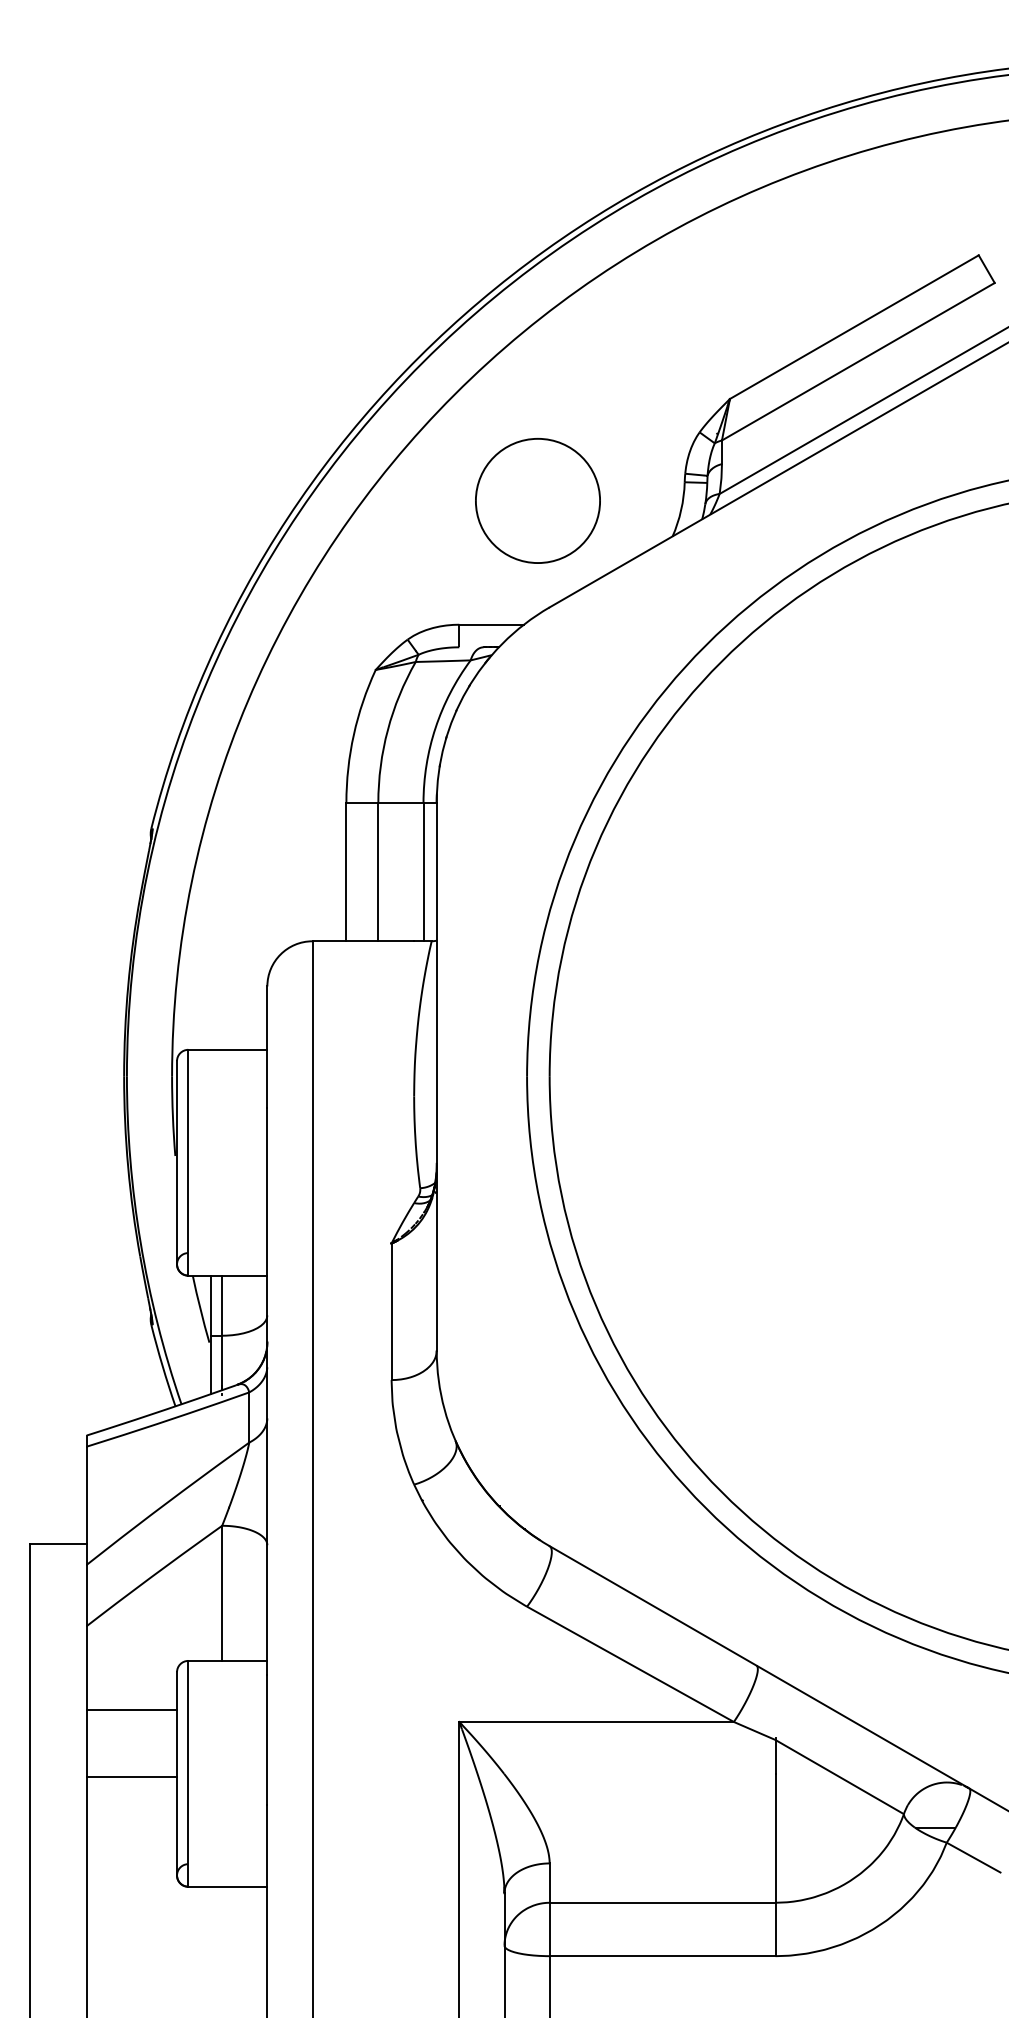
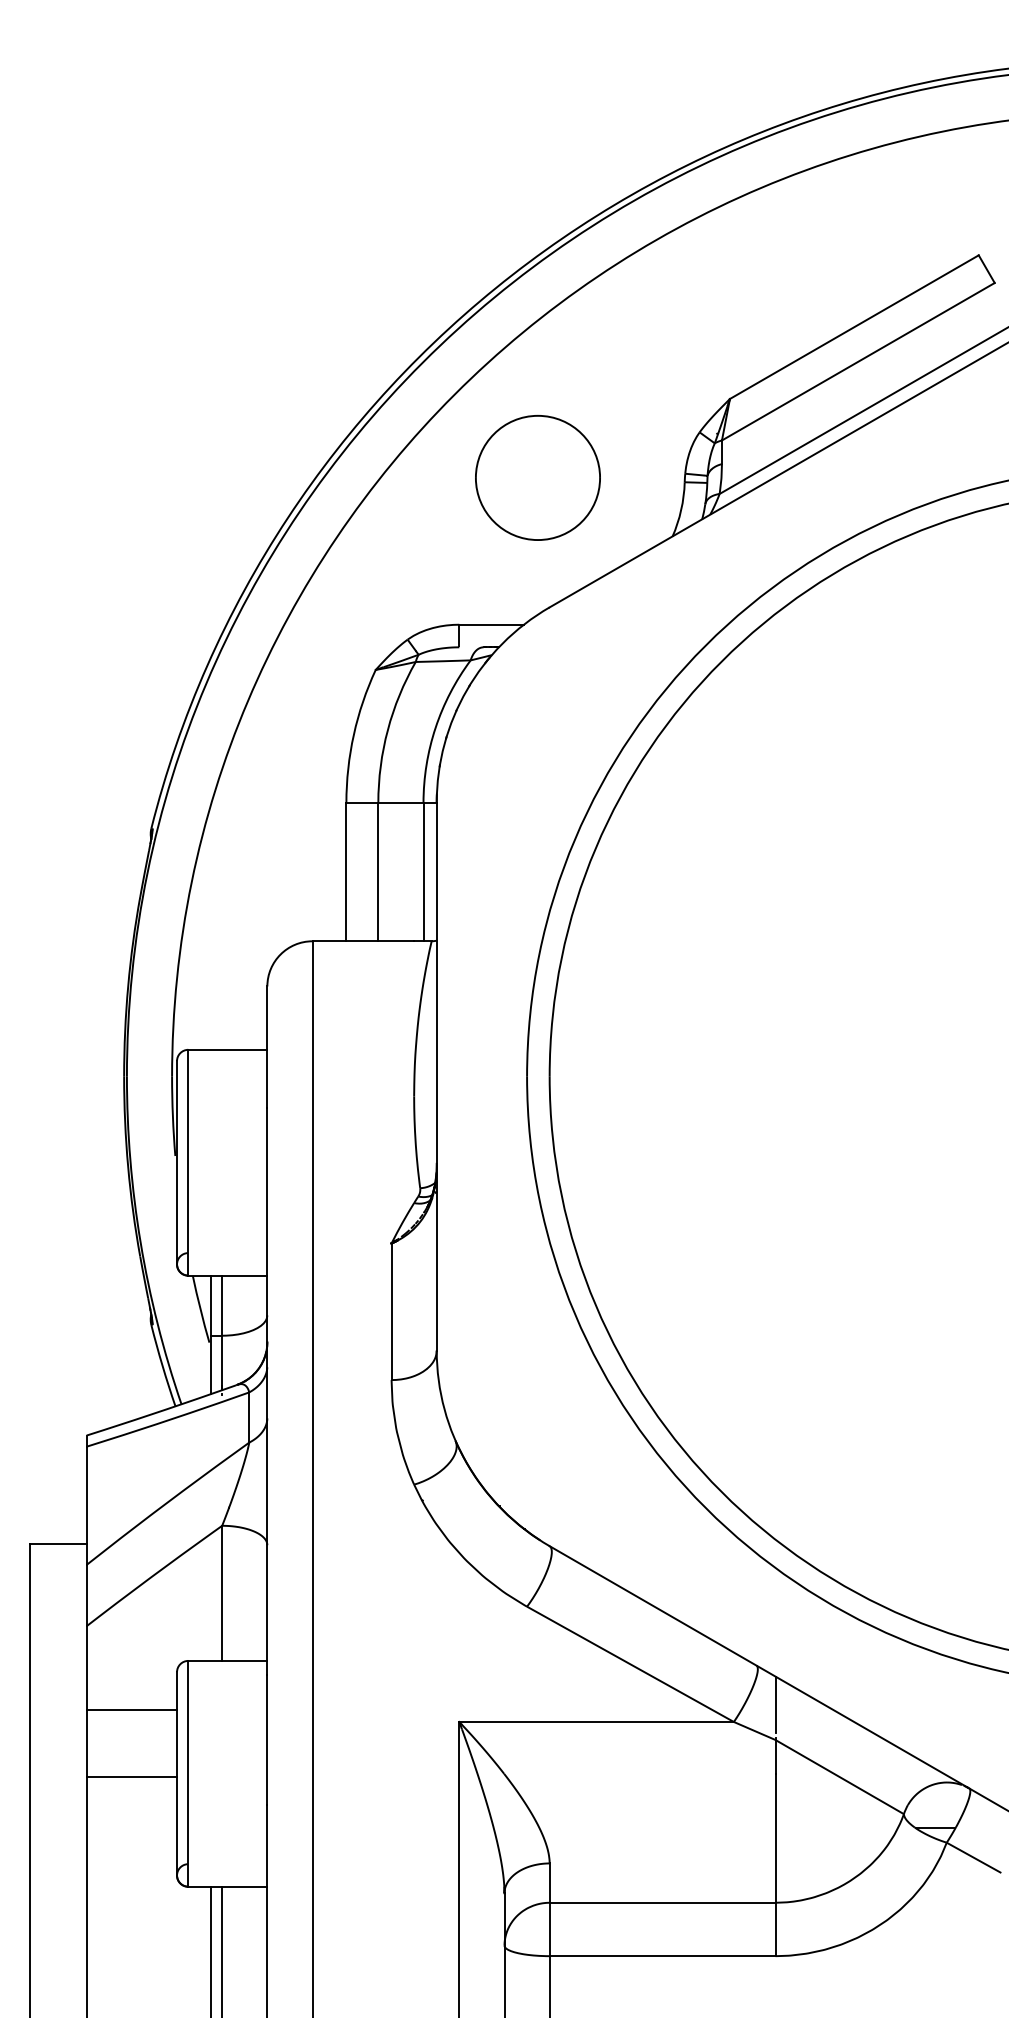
part at (537, 500) position: (537, 500) -> (537, 477)
line at (775, 1704): none -> present
line at (210, 1950): none -> present
line at (222, 1950): none -> present
